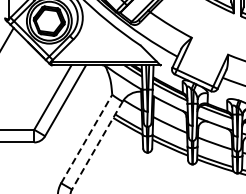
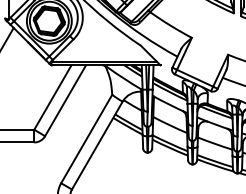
line at (86, 138): dashed -> solid
line at (97, 145): dashed -> solid
